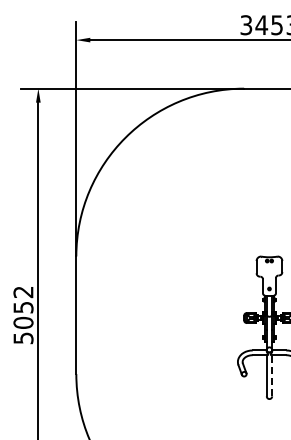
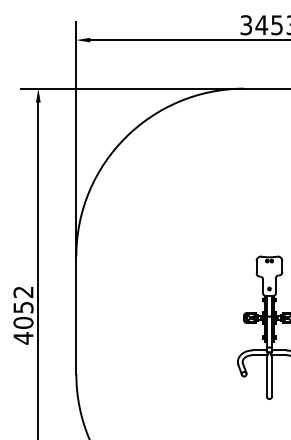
text at (23, 338): 5052 -> 4052
line at (272, 375): dashed -> solid
